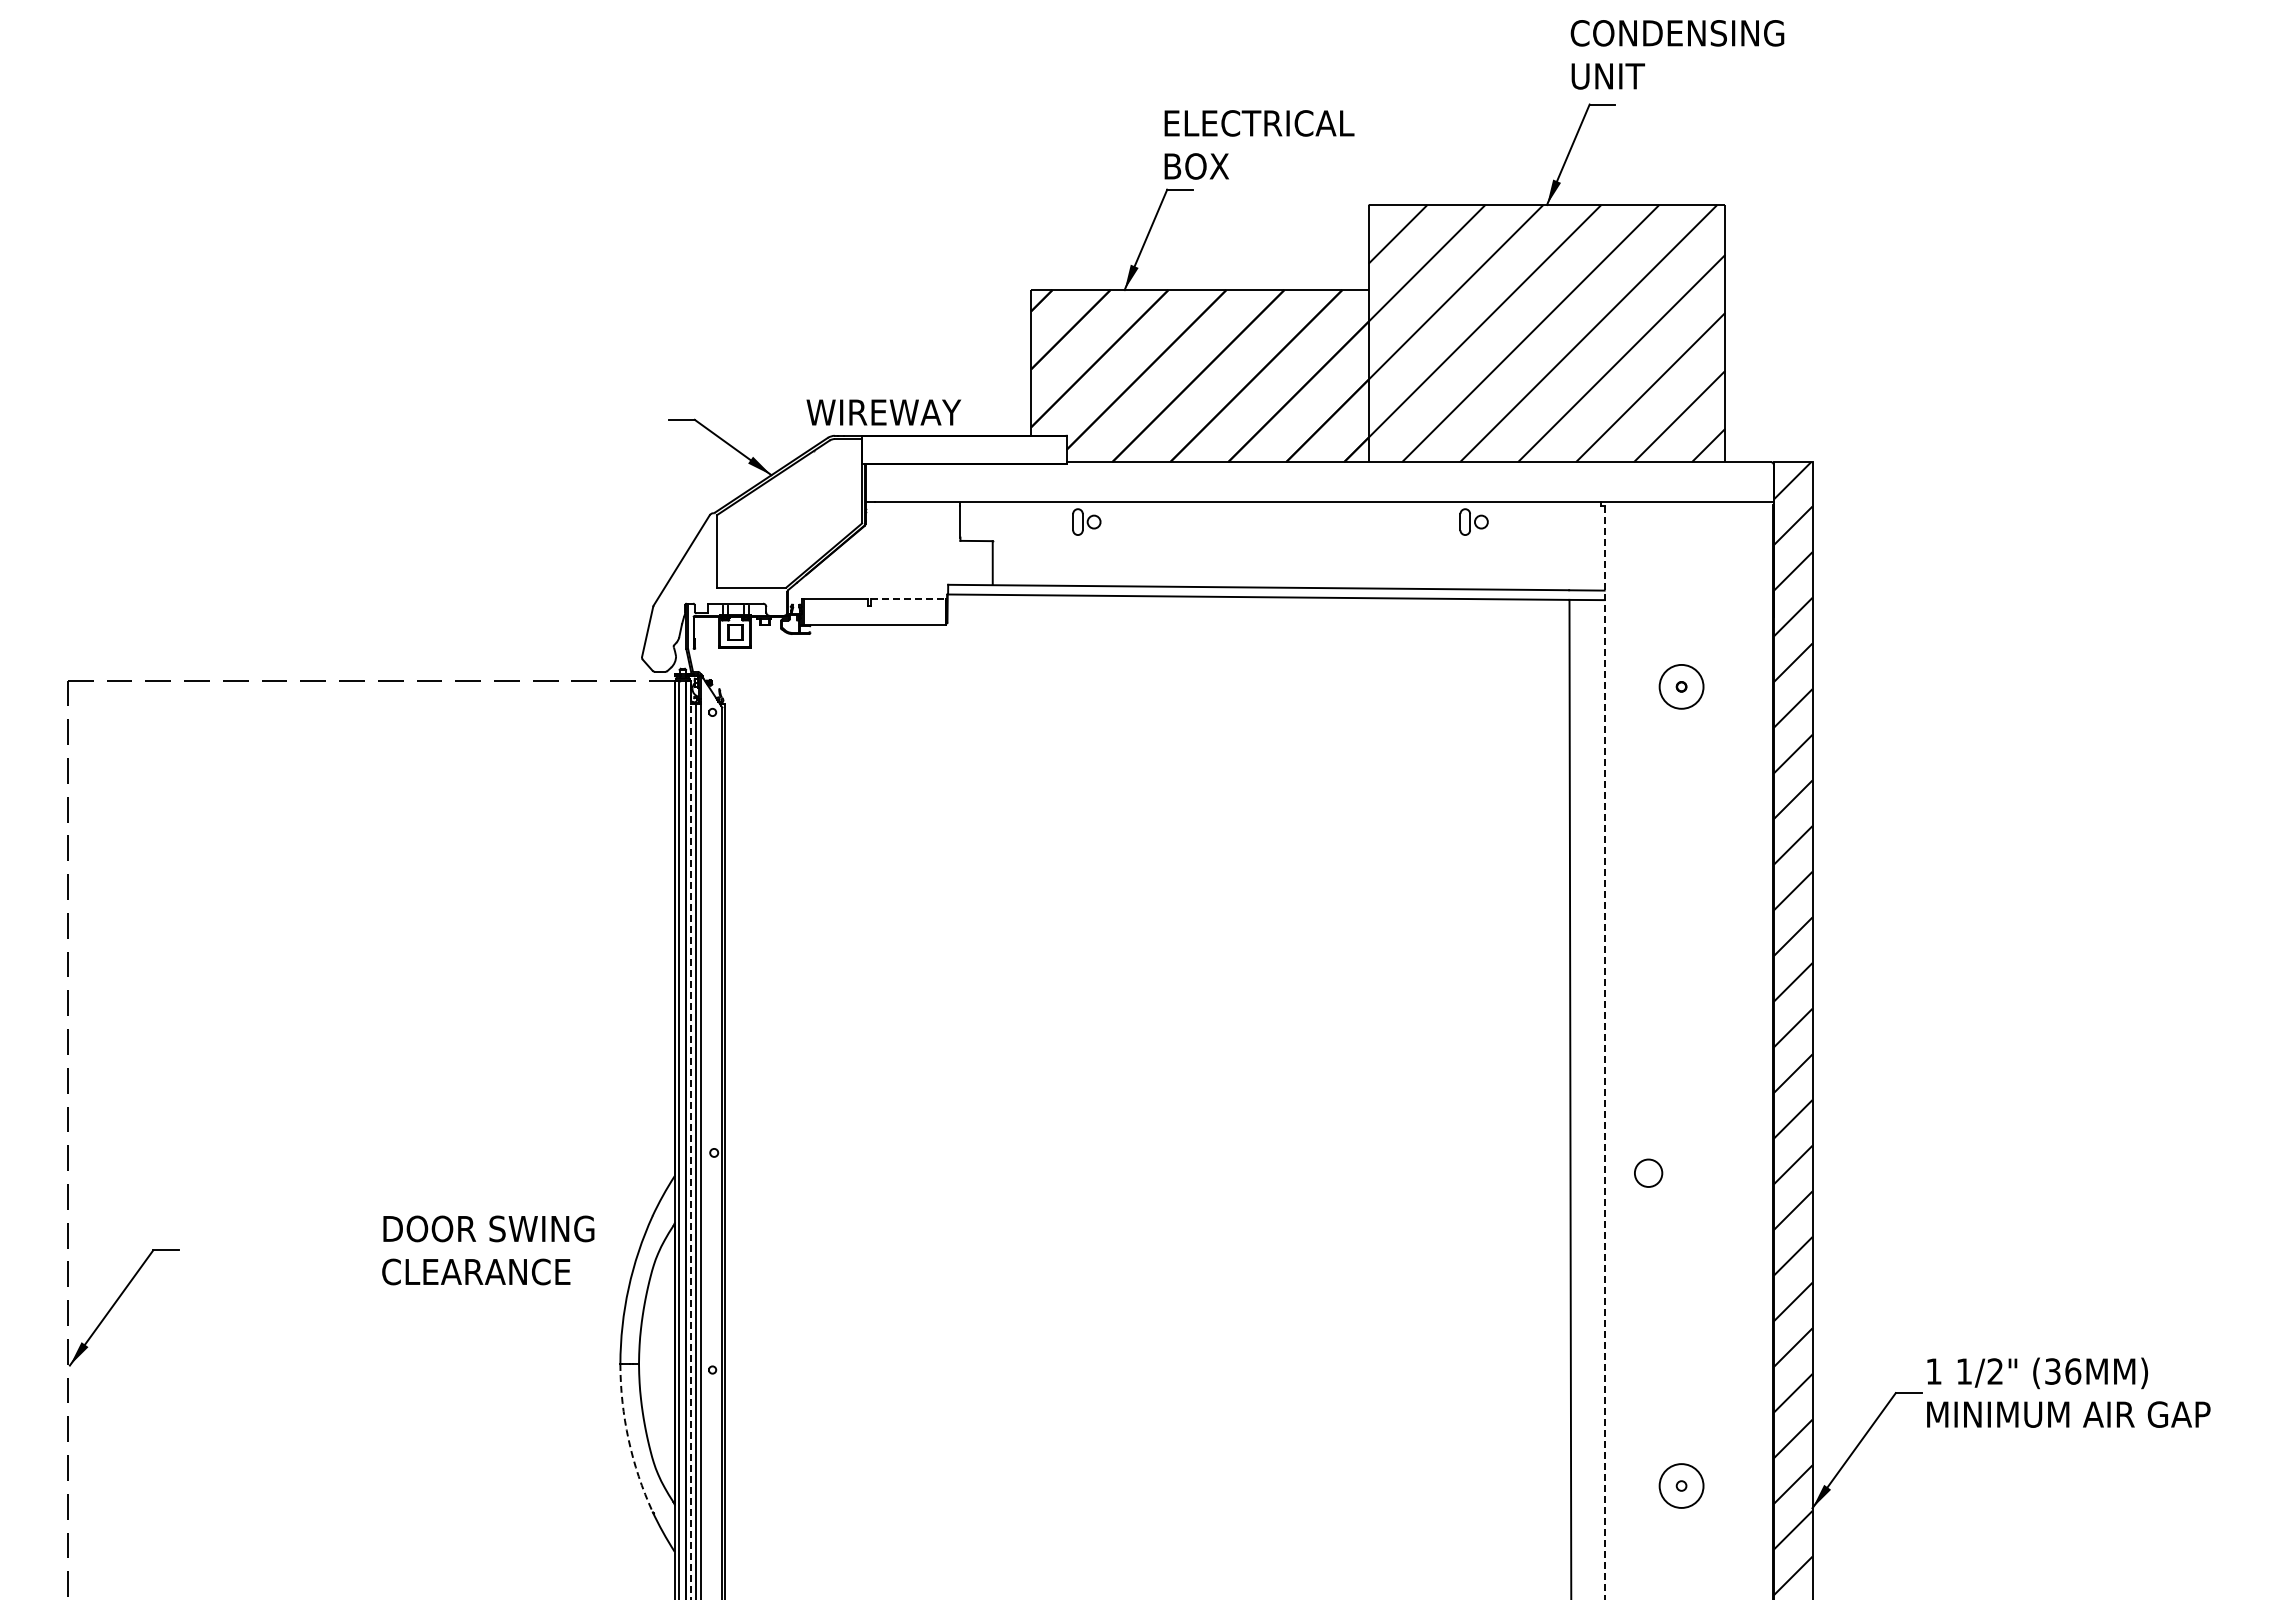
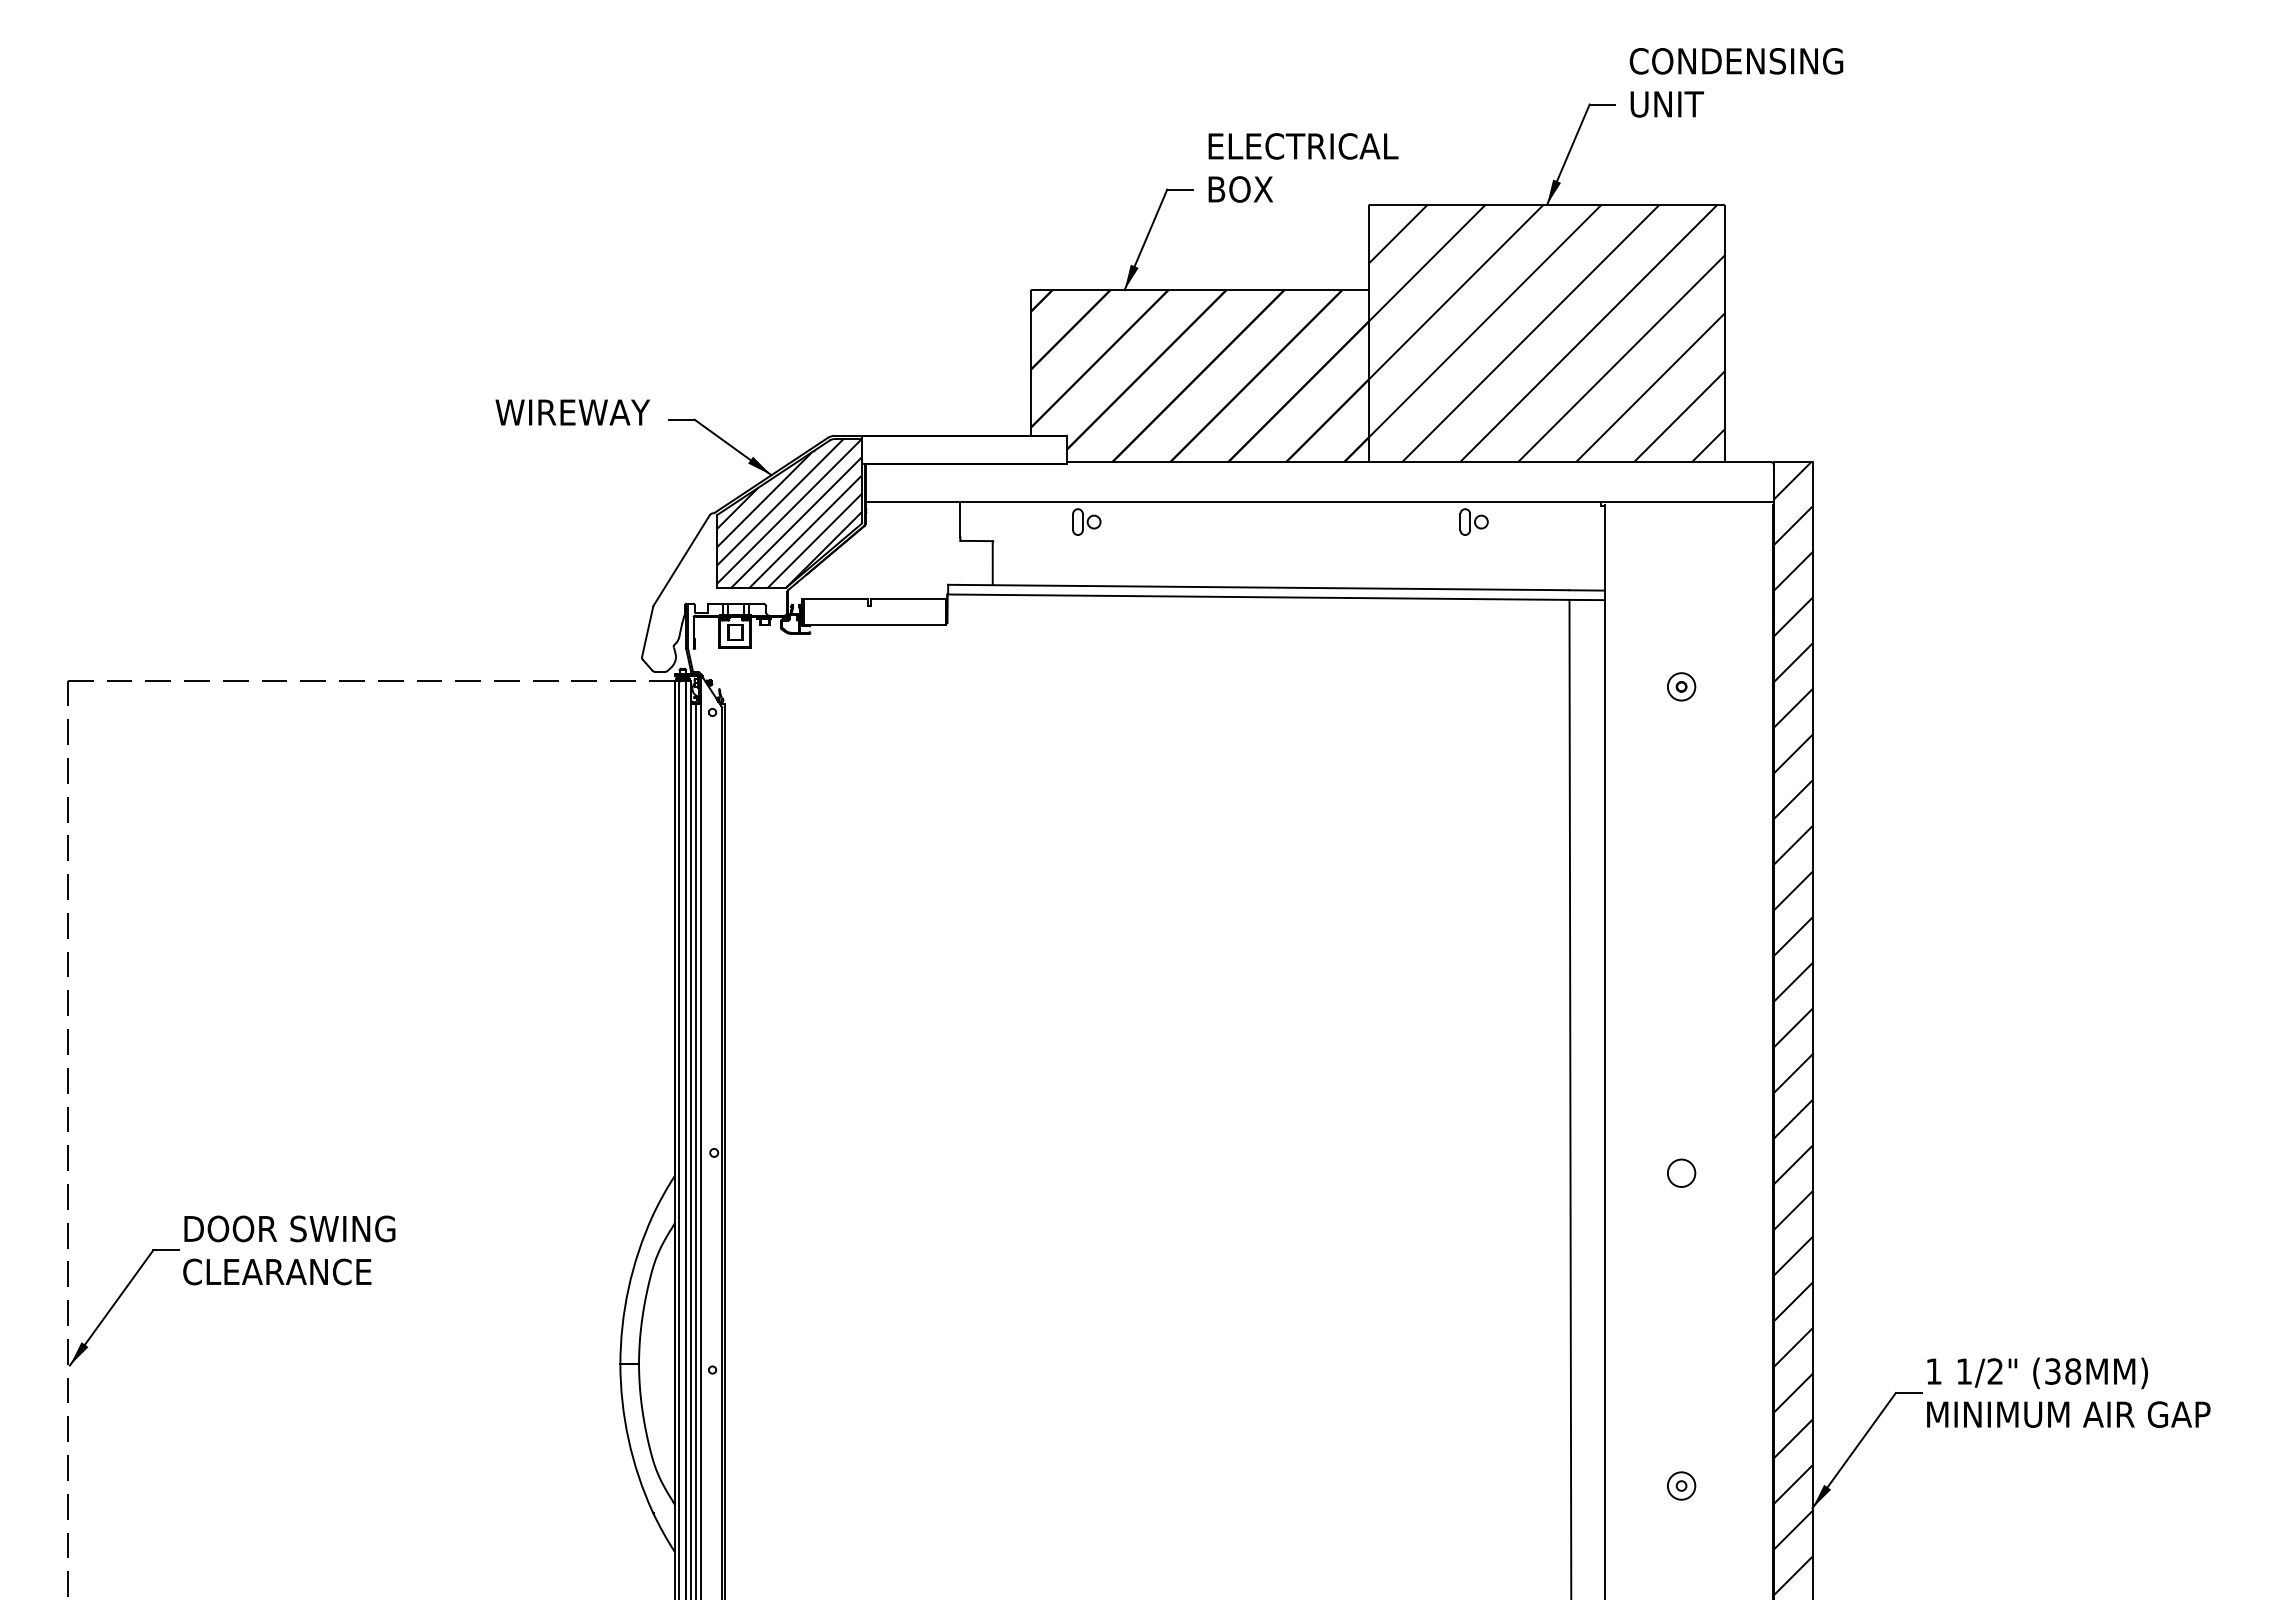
text at (1677, 54) position: (1677, 54) -> (1736, 82)
text at (1259, 144) position: (1259, 144) -> (1303, 167)
text at (883, 412) position: (883, 412) -> (572, 412)
hatch at (789, 513): none -> present
line at (909, 599): dashed -> solid
circle at (1681, 686) diameter: 44 px -> 27 px
line at (1604, 1051): dashed -> solid
line at (690, 1140): dashed -> solid
circle at (1648, 1172) position: (1648, 1172) -> (1681, 1172)
text at (488, 1250) position: (488, 1250) -> (289, 1250)
text at (2073, 1371): (36MM) -> (38MM)
arc at (628, 1439): dashed -> solid
circle at (1681, 1485) diameter: 44 px -> 27 px
